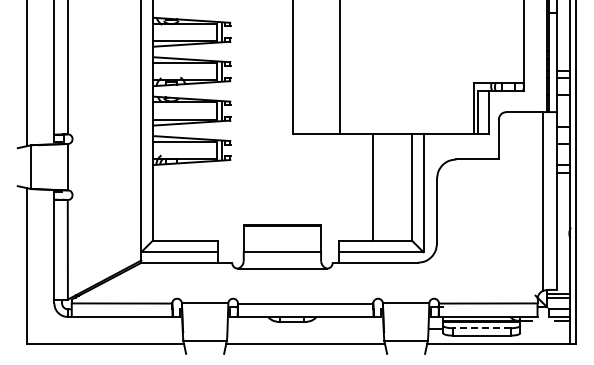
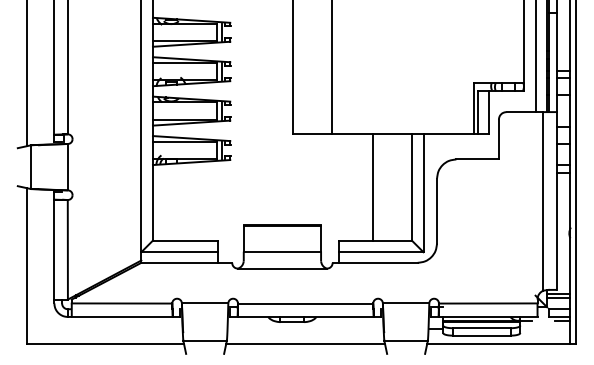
line at (535, 57): none -> present
line at (339, 68) position: (339, 68) -> (331, 68)
line at (481, 328): dashed -> solid
